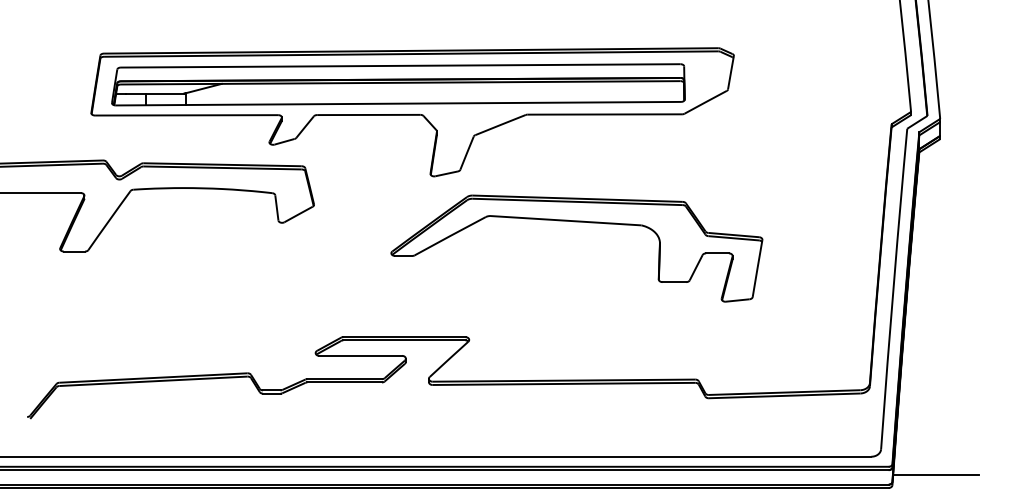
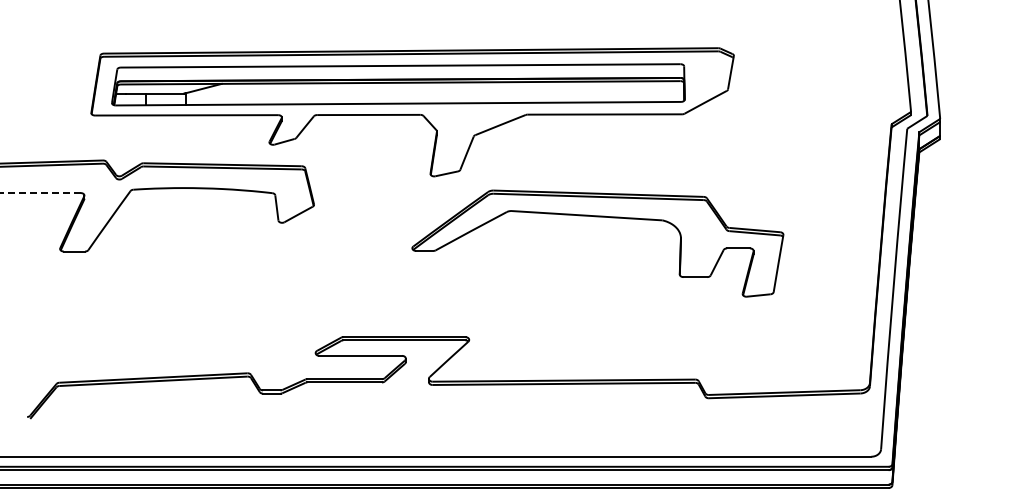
line at (40, 193): solid -> dashed
part at (576, 222) position: (576, 222) -> (597, 217)
line at (936, 474): present -> none
